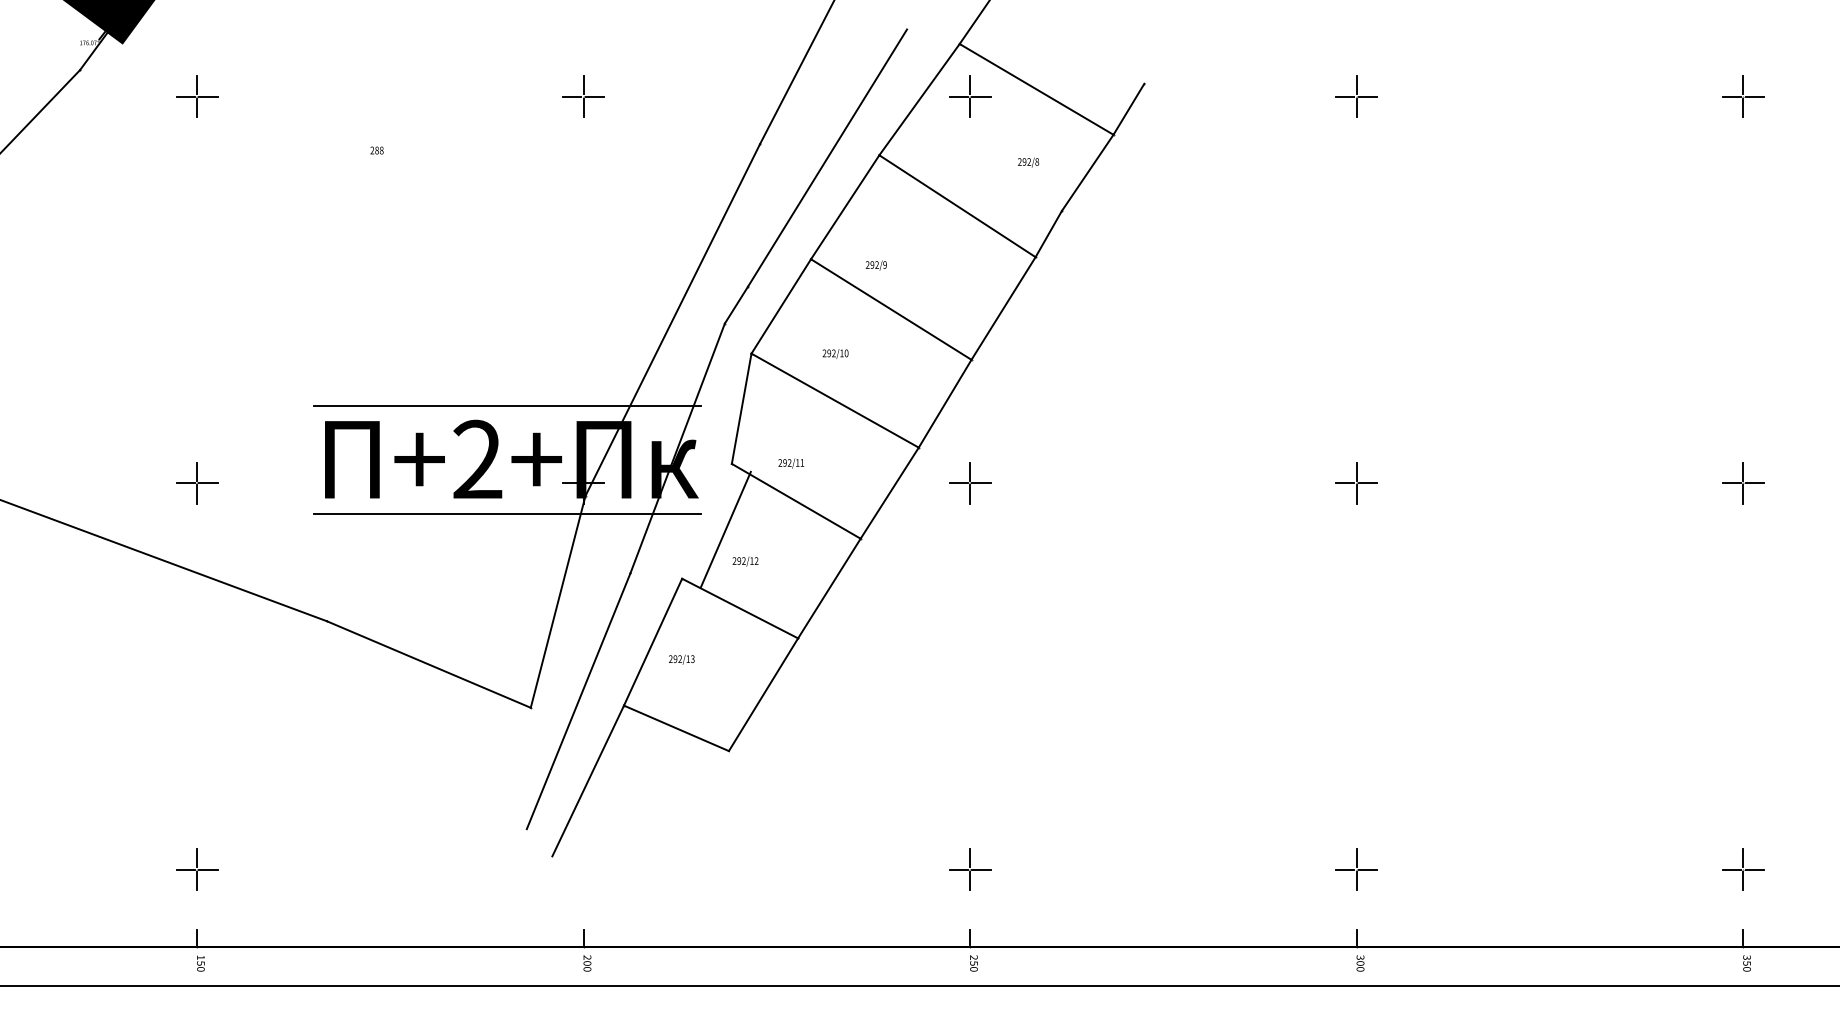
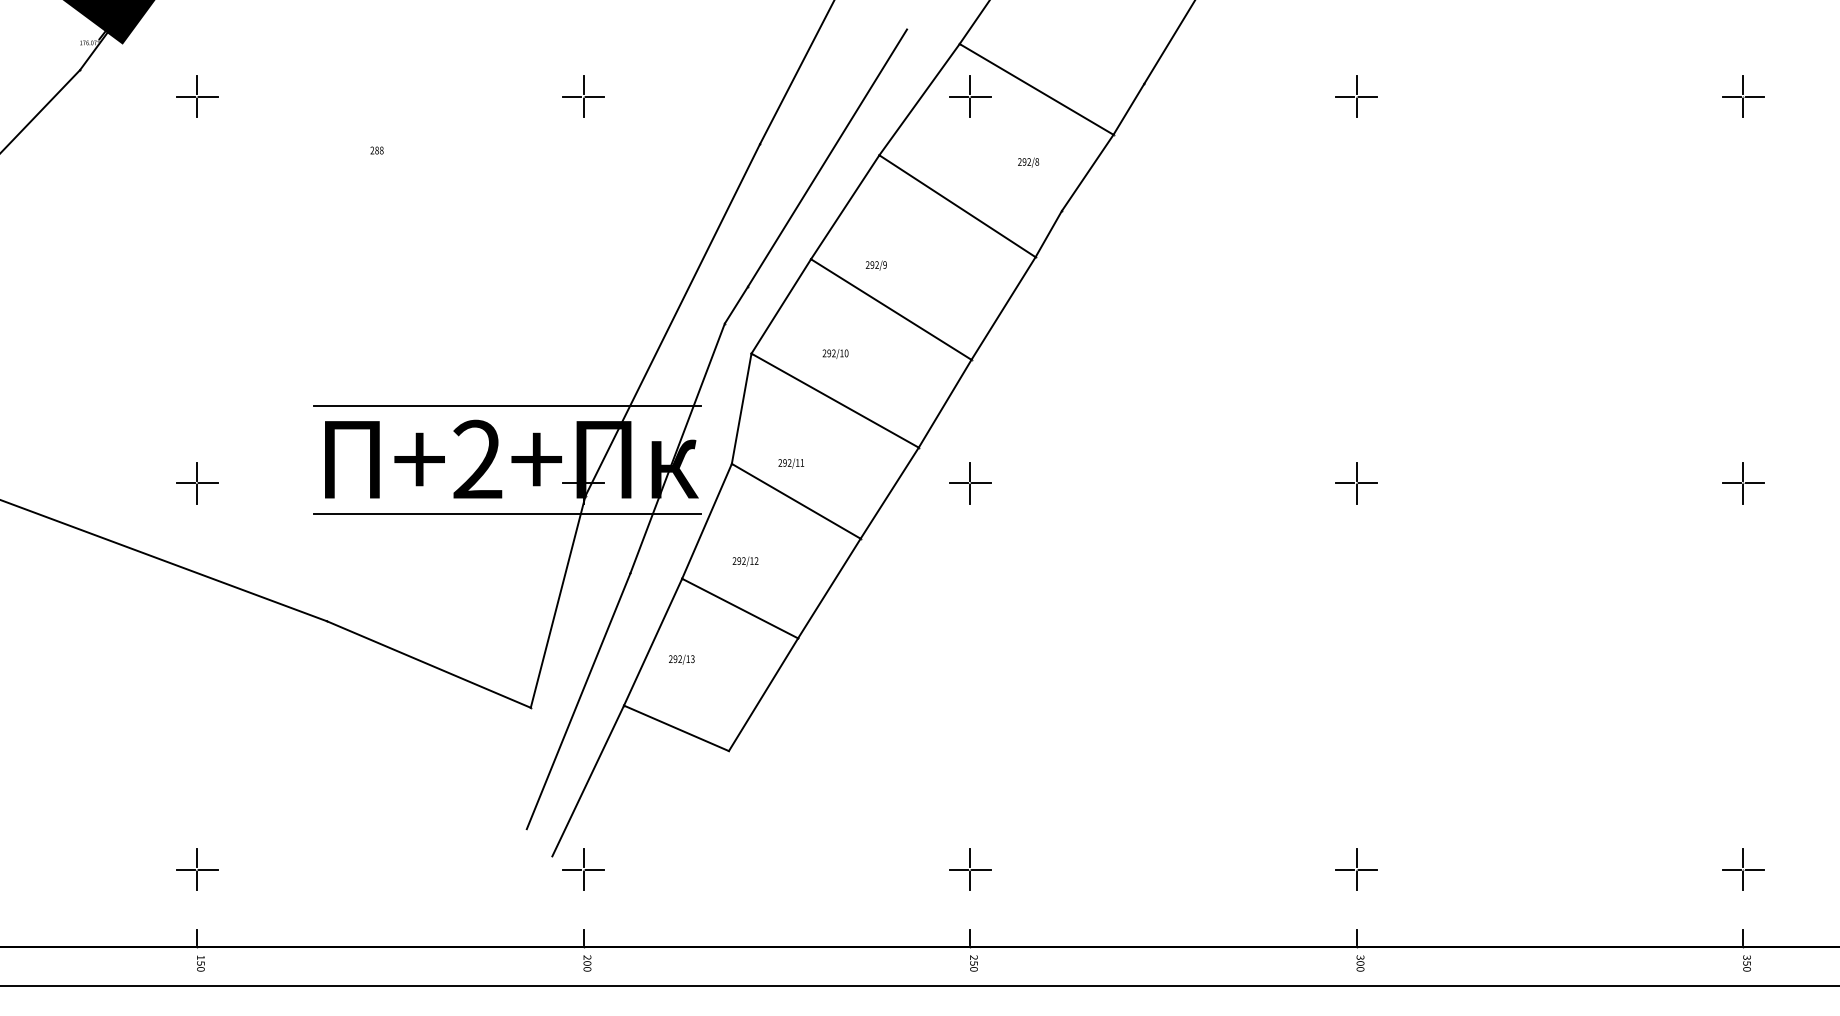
line at (1168, 42): none -> present
line at (725, 528) position: (725, 528) -> (706, 520)
part at (583, 869): none -> present
